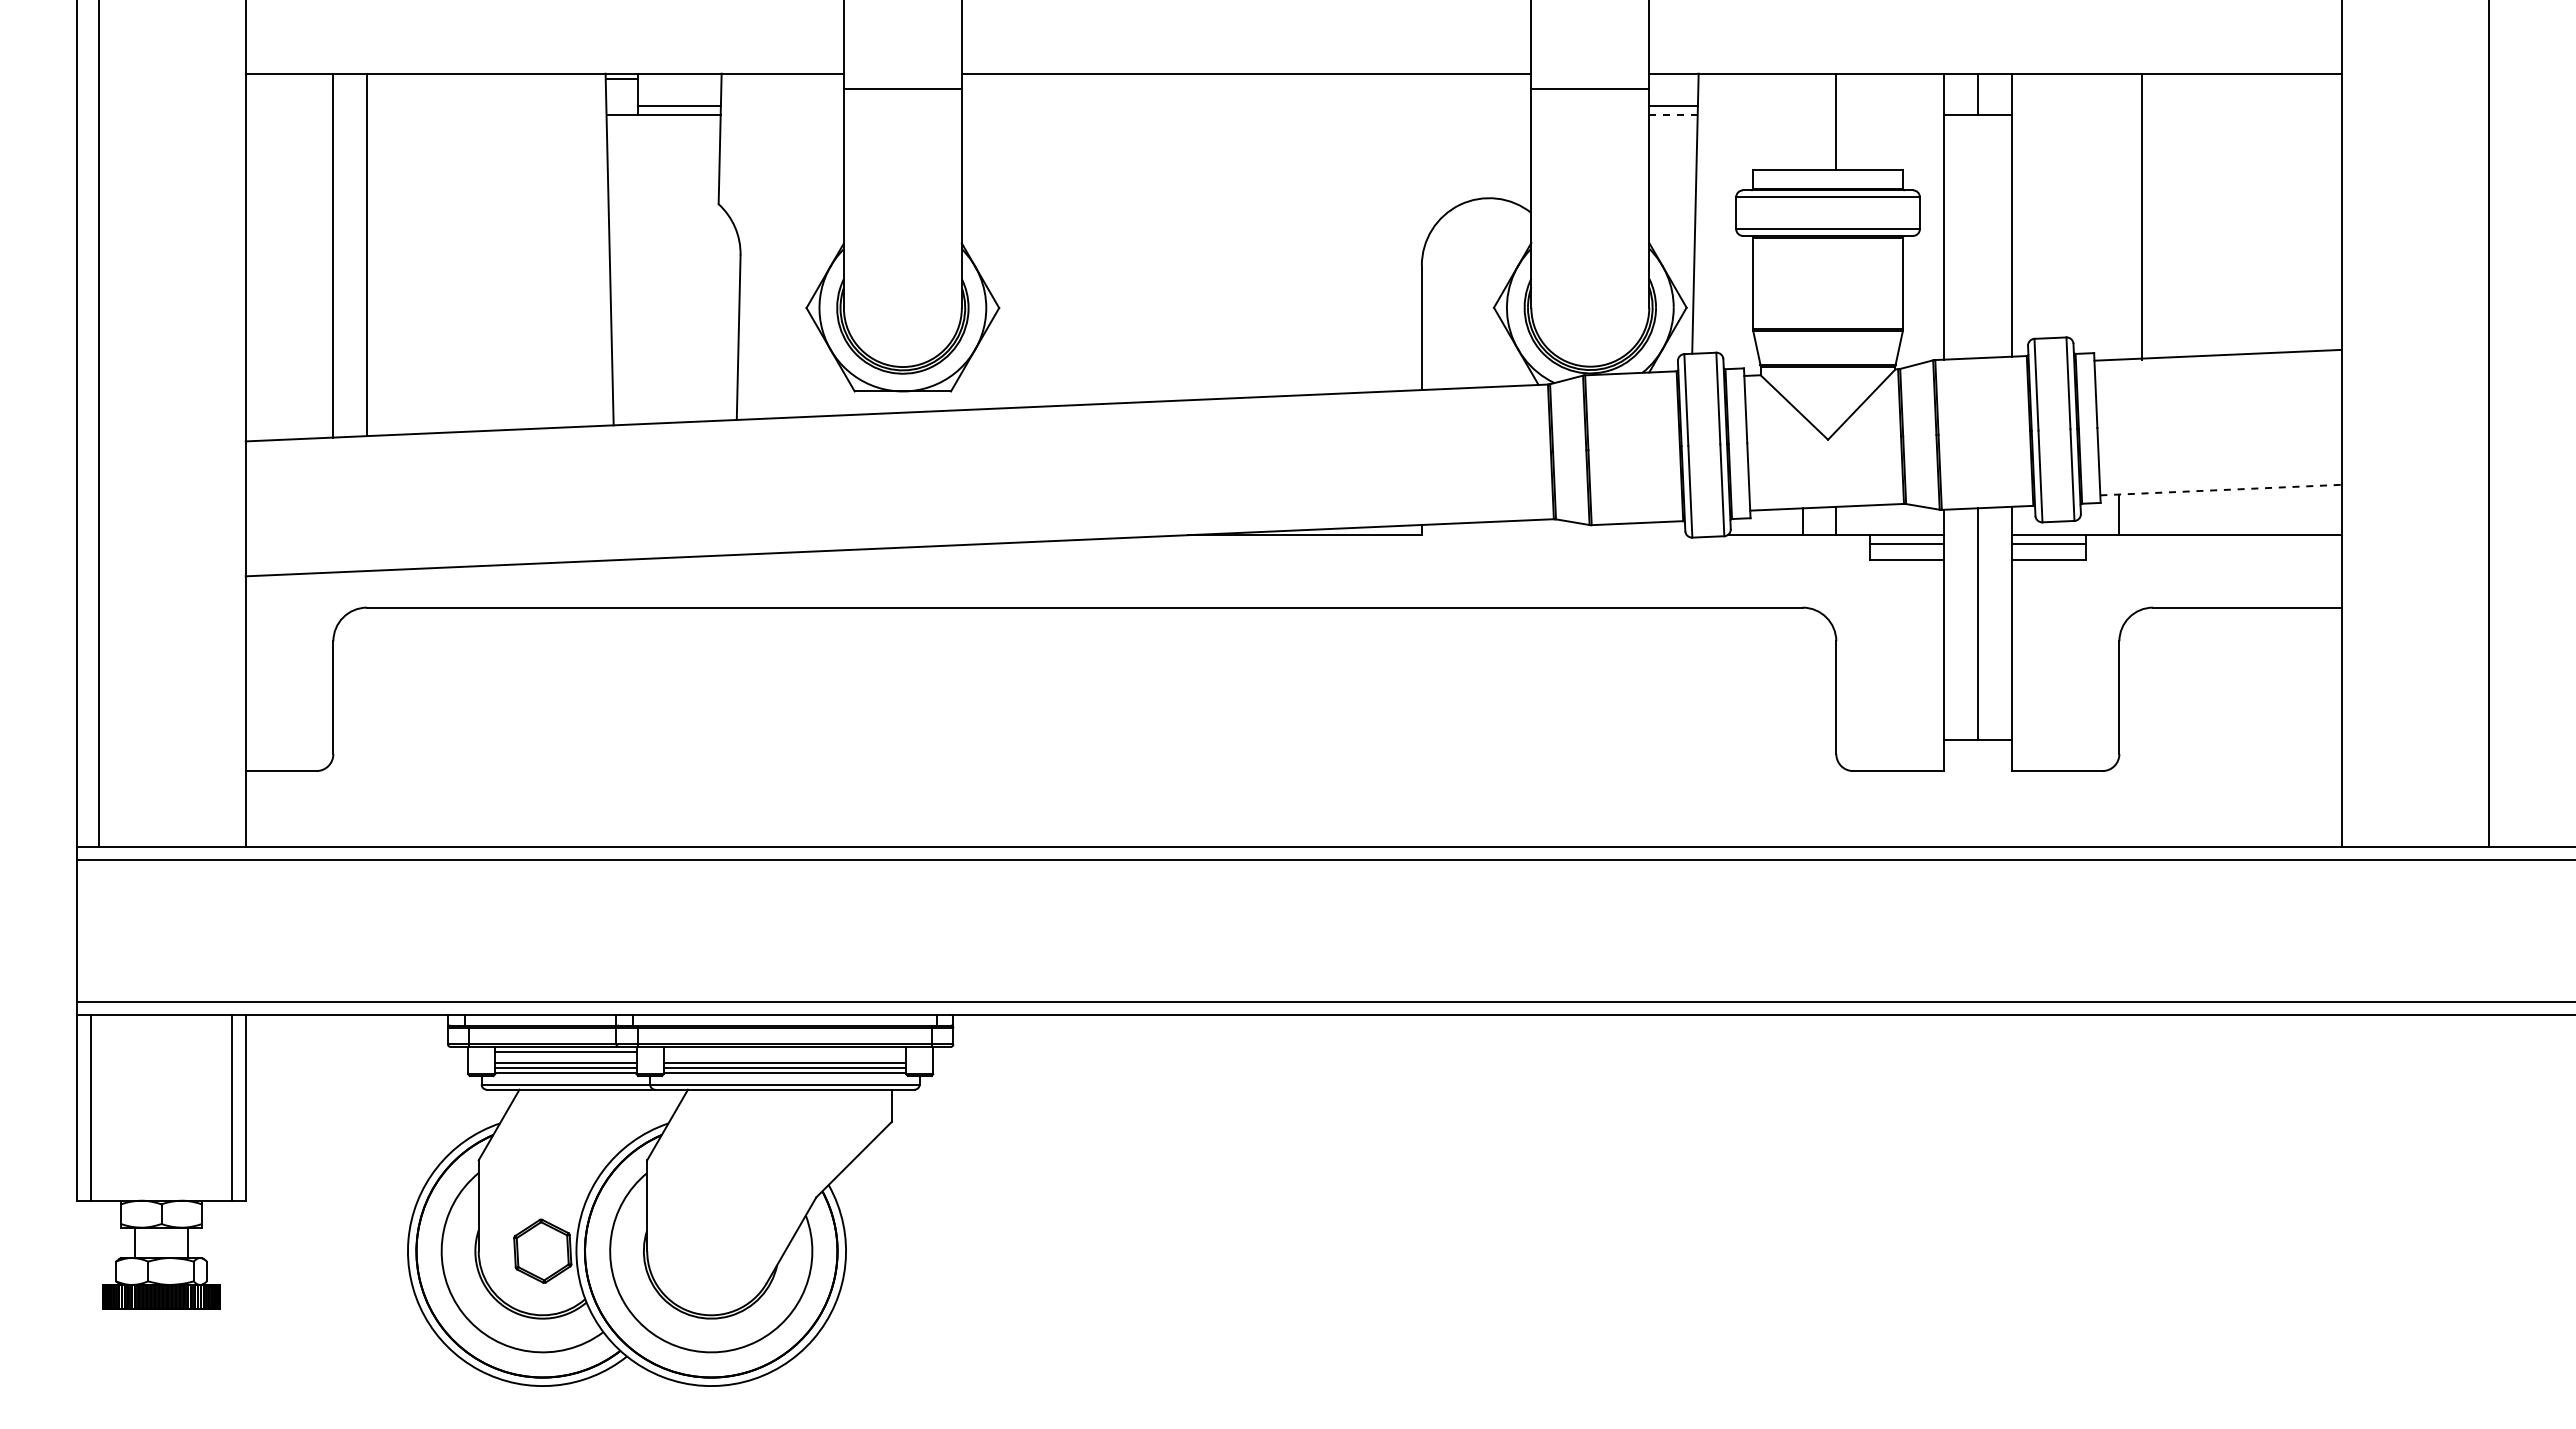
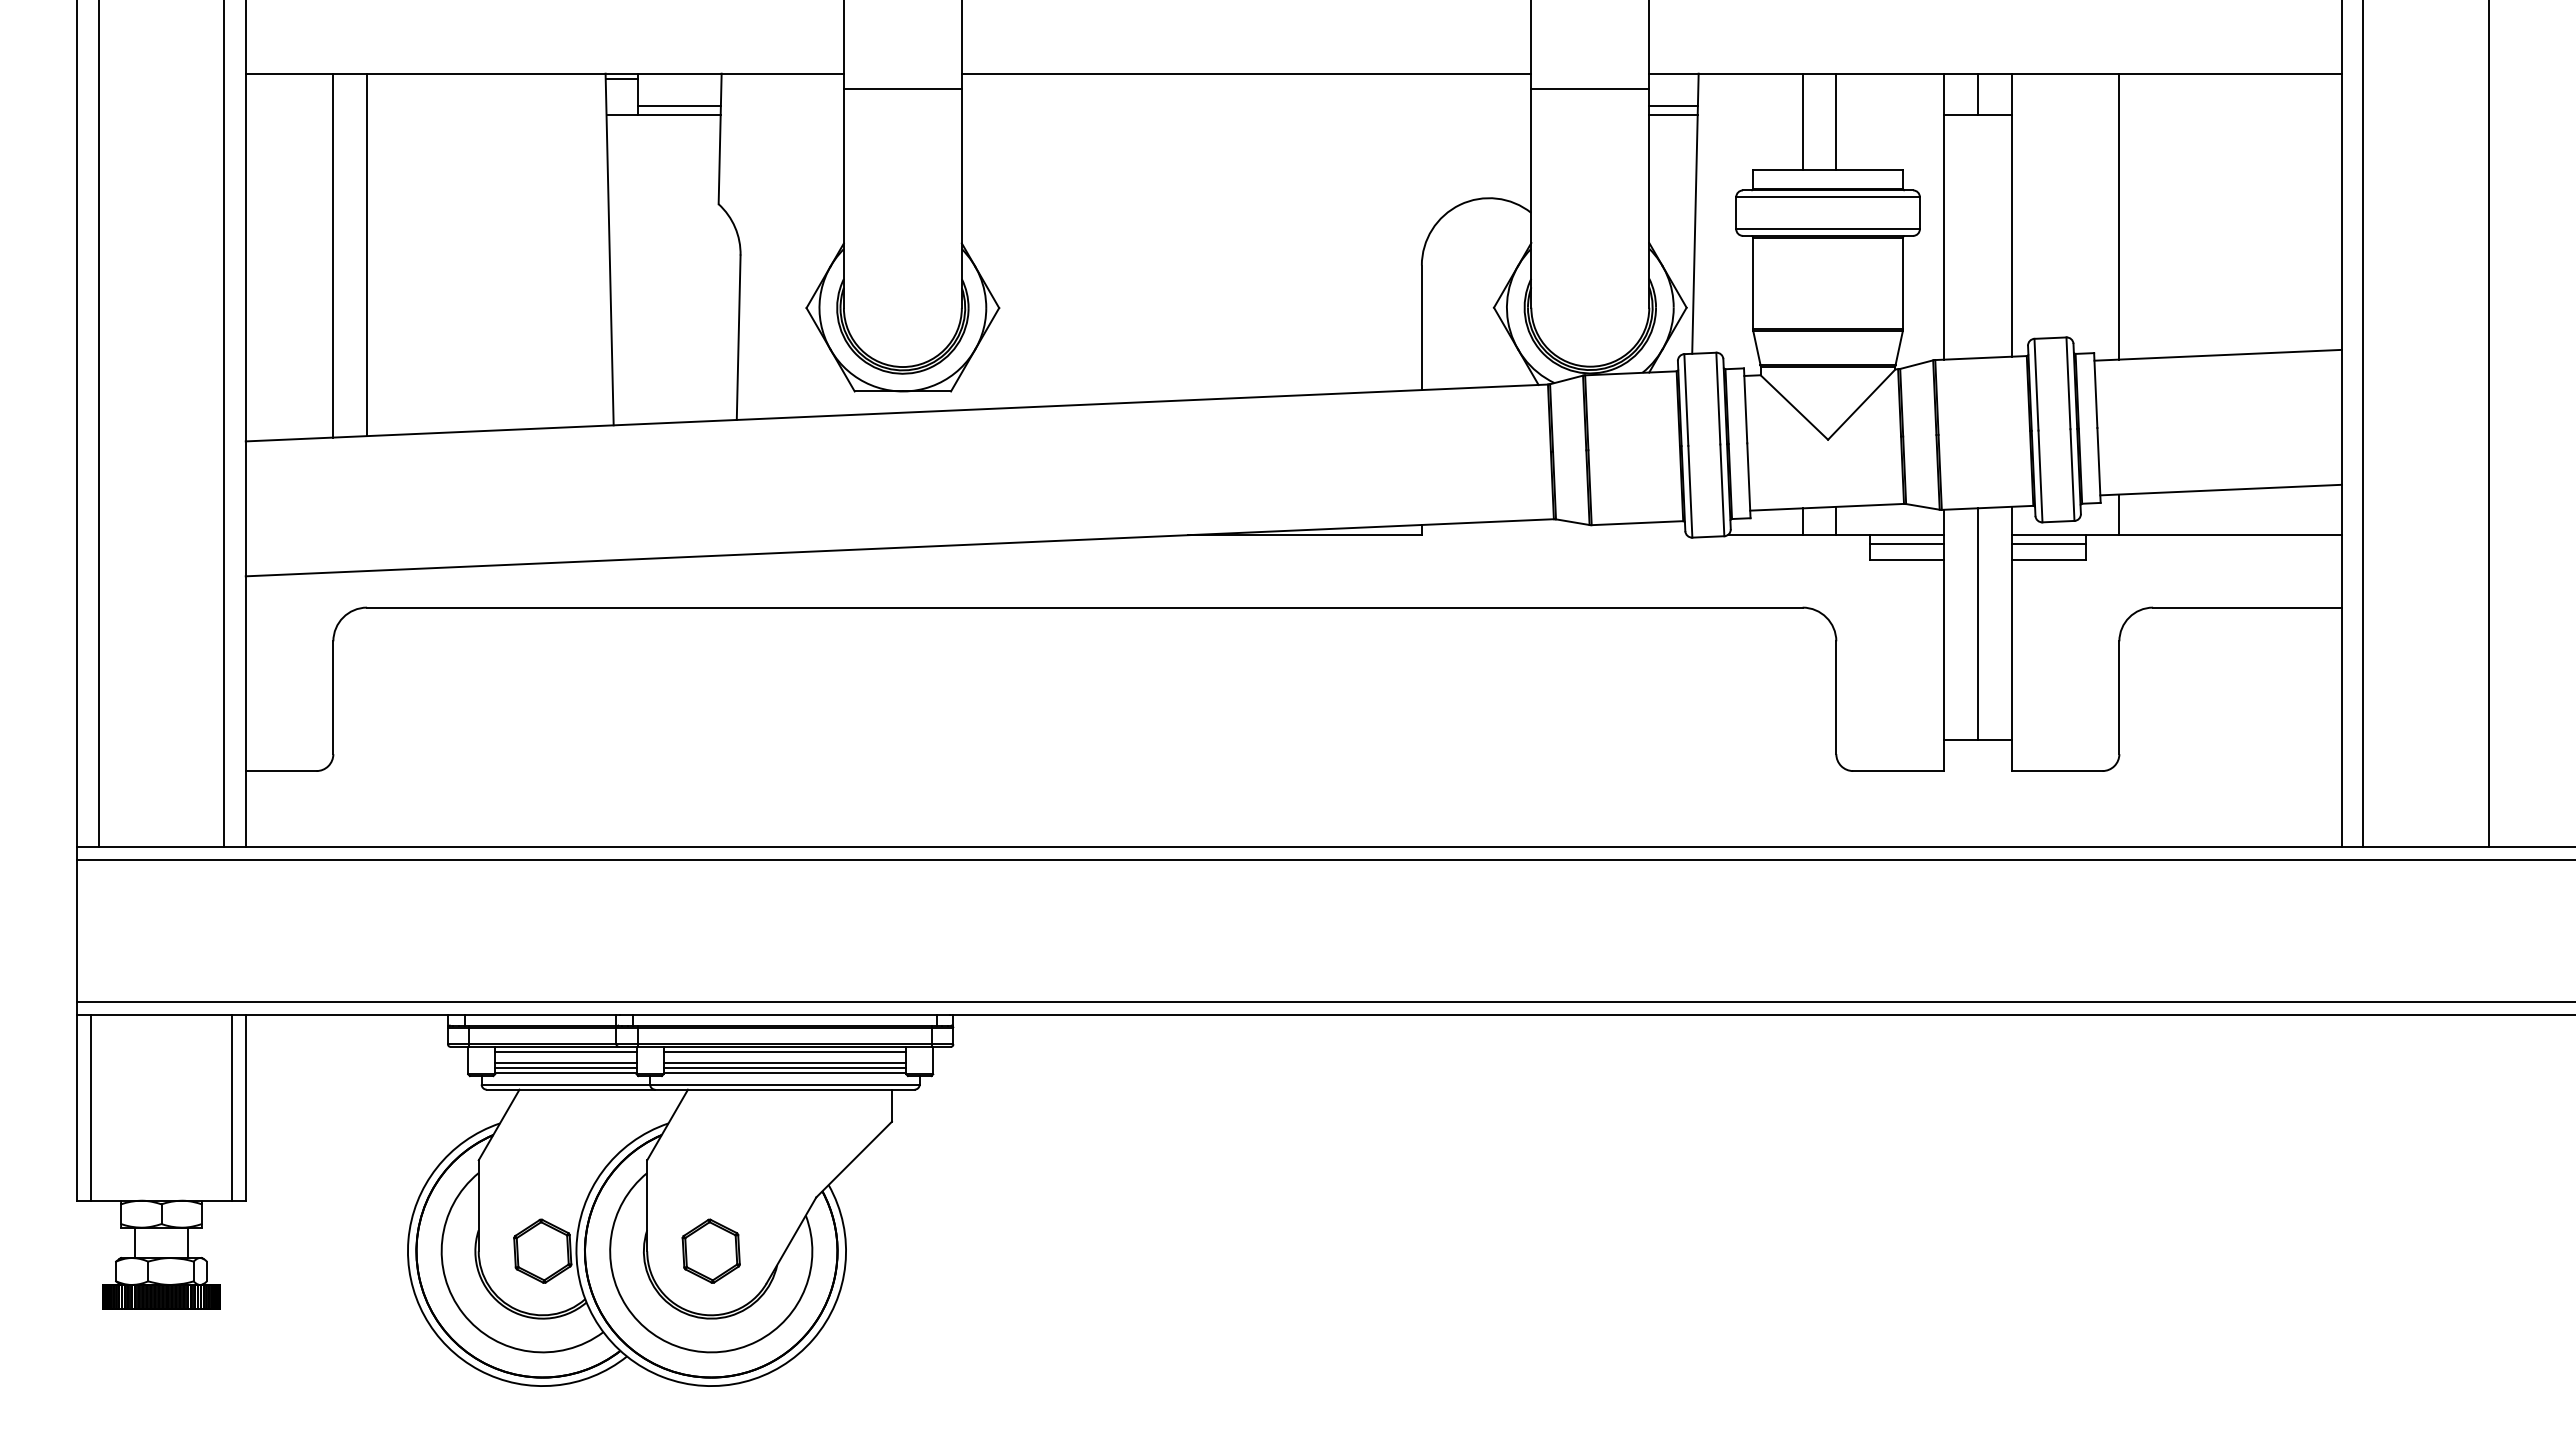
line at (1673, 115): dashed -> solid
line at (1802, 121): none -> present
line at (2142, 216) position: (2142, 216) -> (2119, 216)
line at (224, 424): none -> present
line at (2363, 424): none -> present
line at (2221, 490): dashed -> solid
line at (784, 1052): none -> present
part at (710, 1250): none -> present
